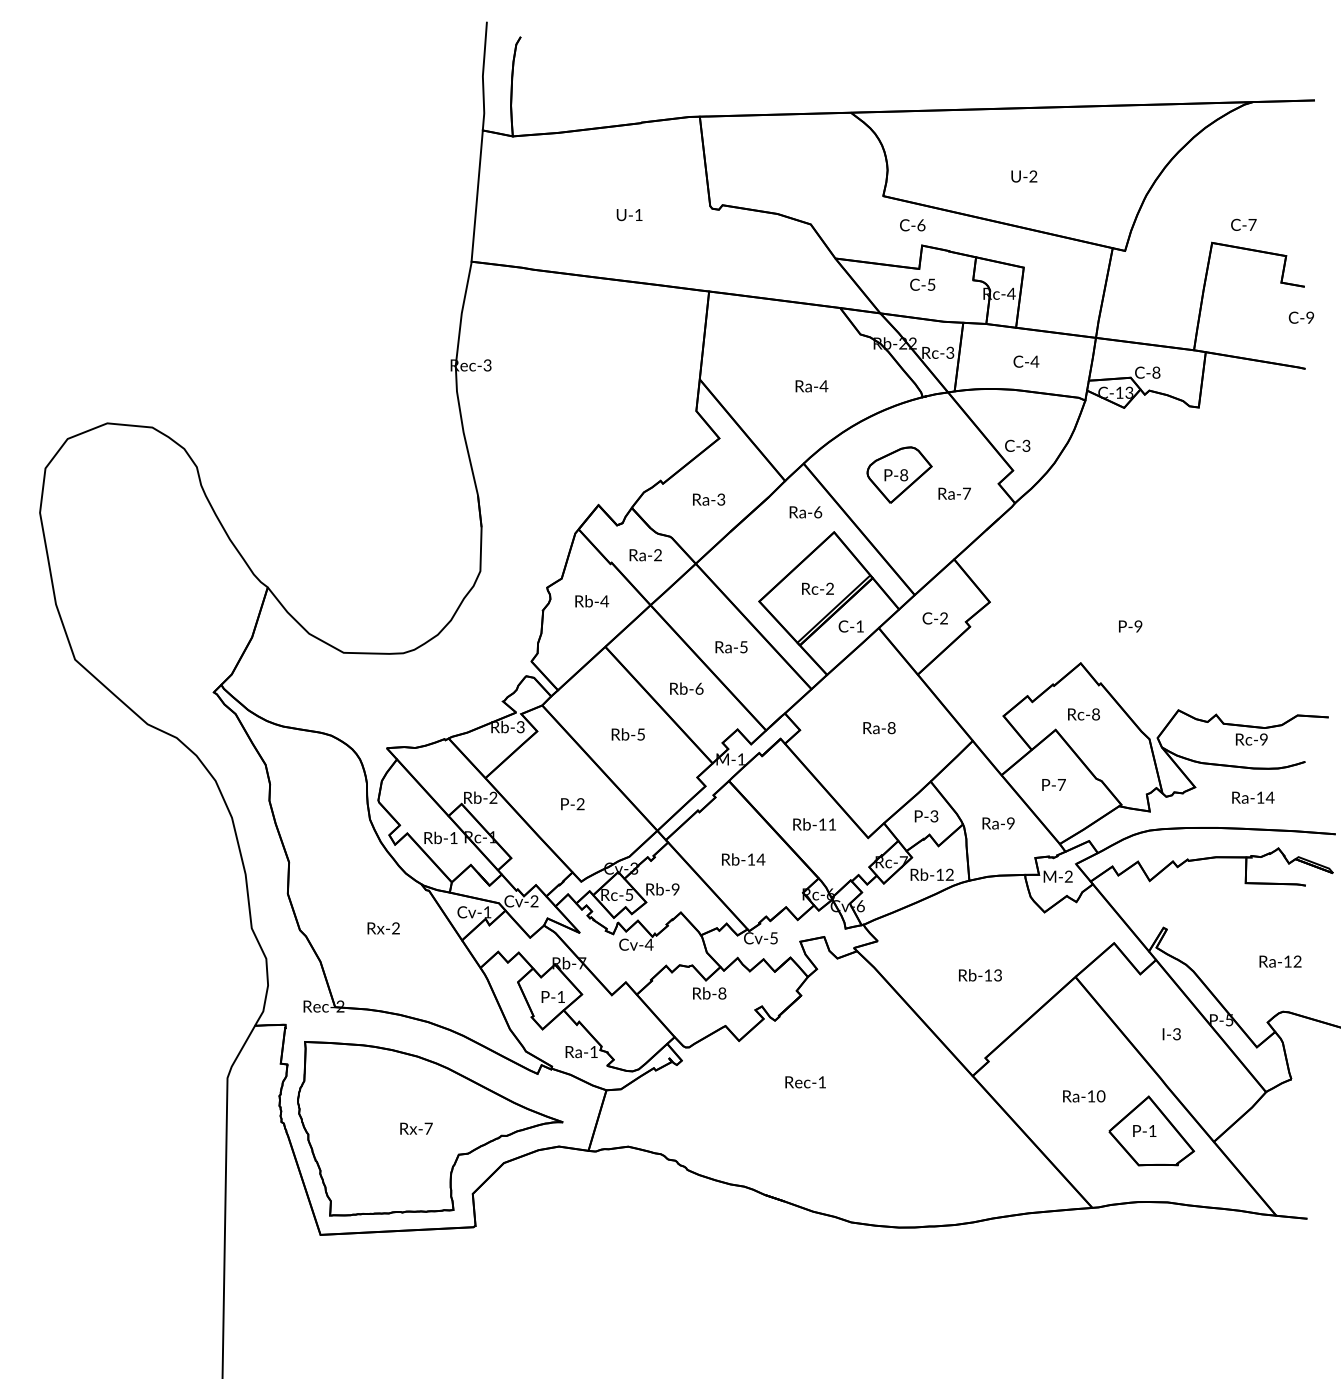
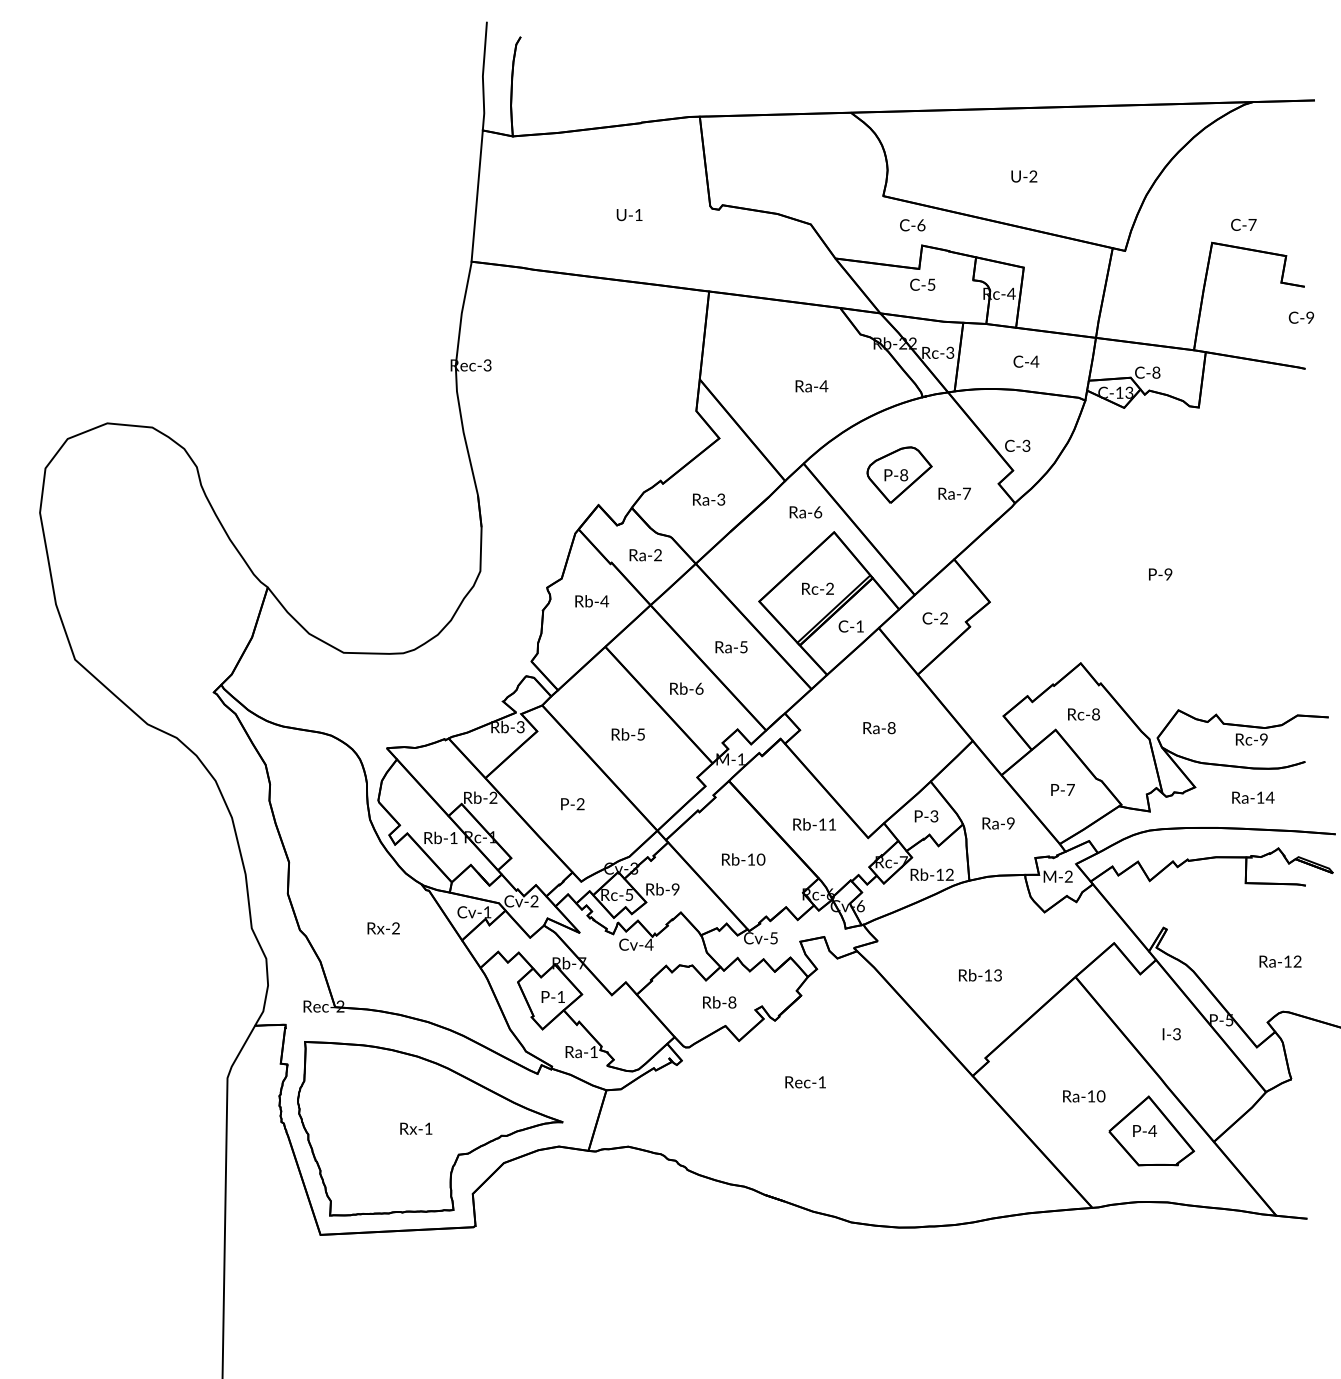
text at (1130, 626) position: (1130, 626) -> (1160, 574)
text at (1053, 784) position: (1053, 784) -> (1062, 789)
text at (760, 859): Rb-14 -> Rb-10
text at (709, 993) position: (709, 993) -> (719, 1002)
text at (428, 1128): Rx-7 -> Rx-1
text at (1152, 1130): P-1 -> P-4
